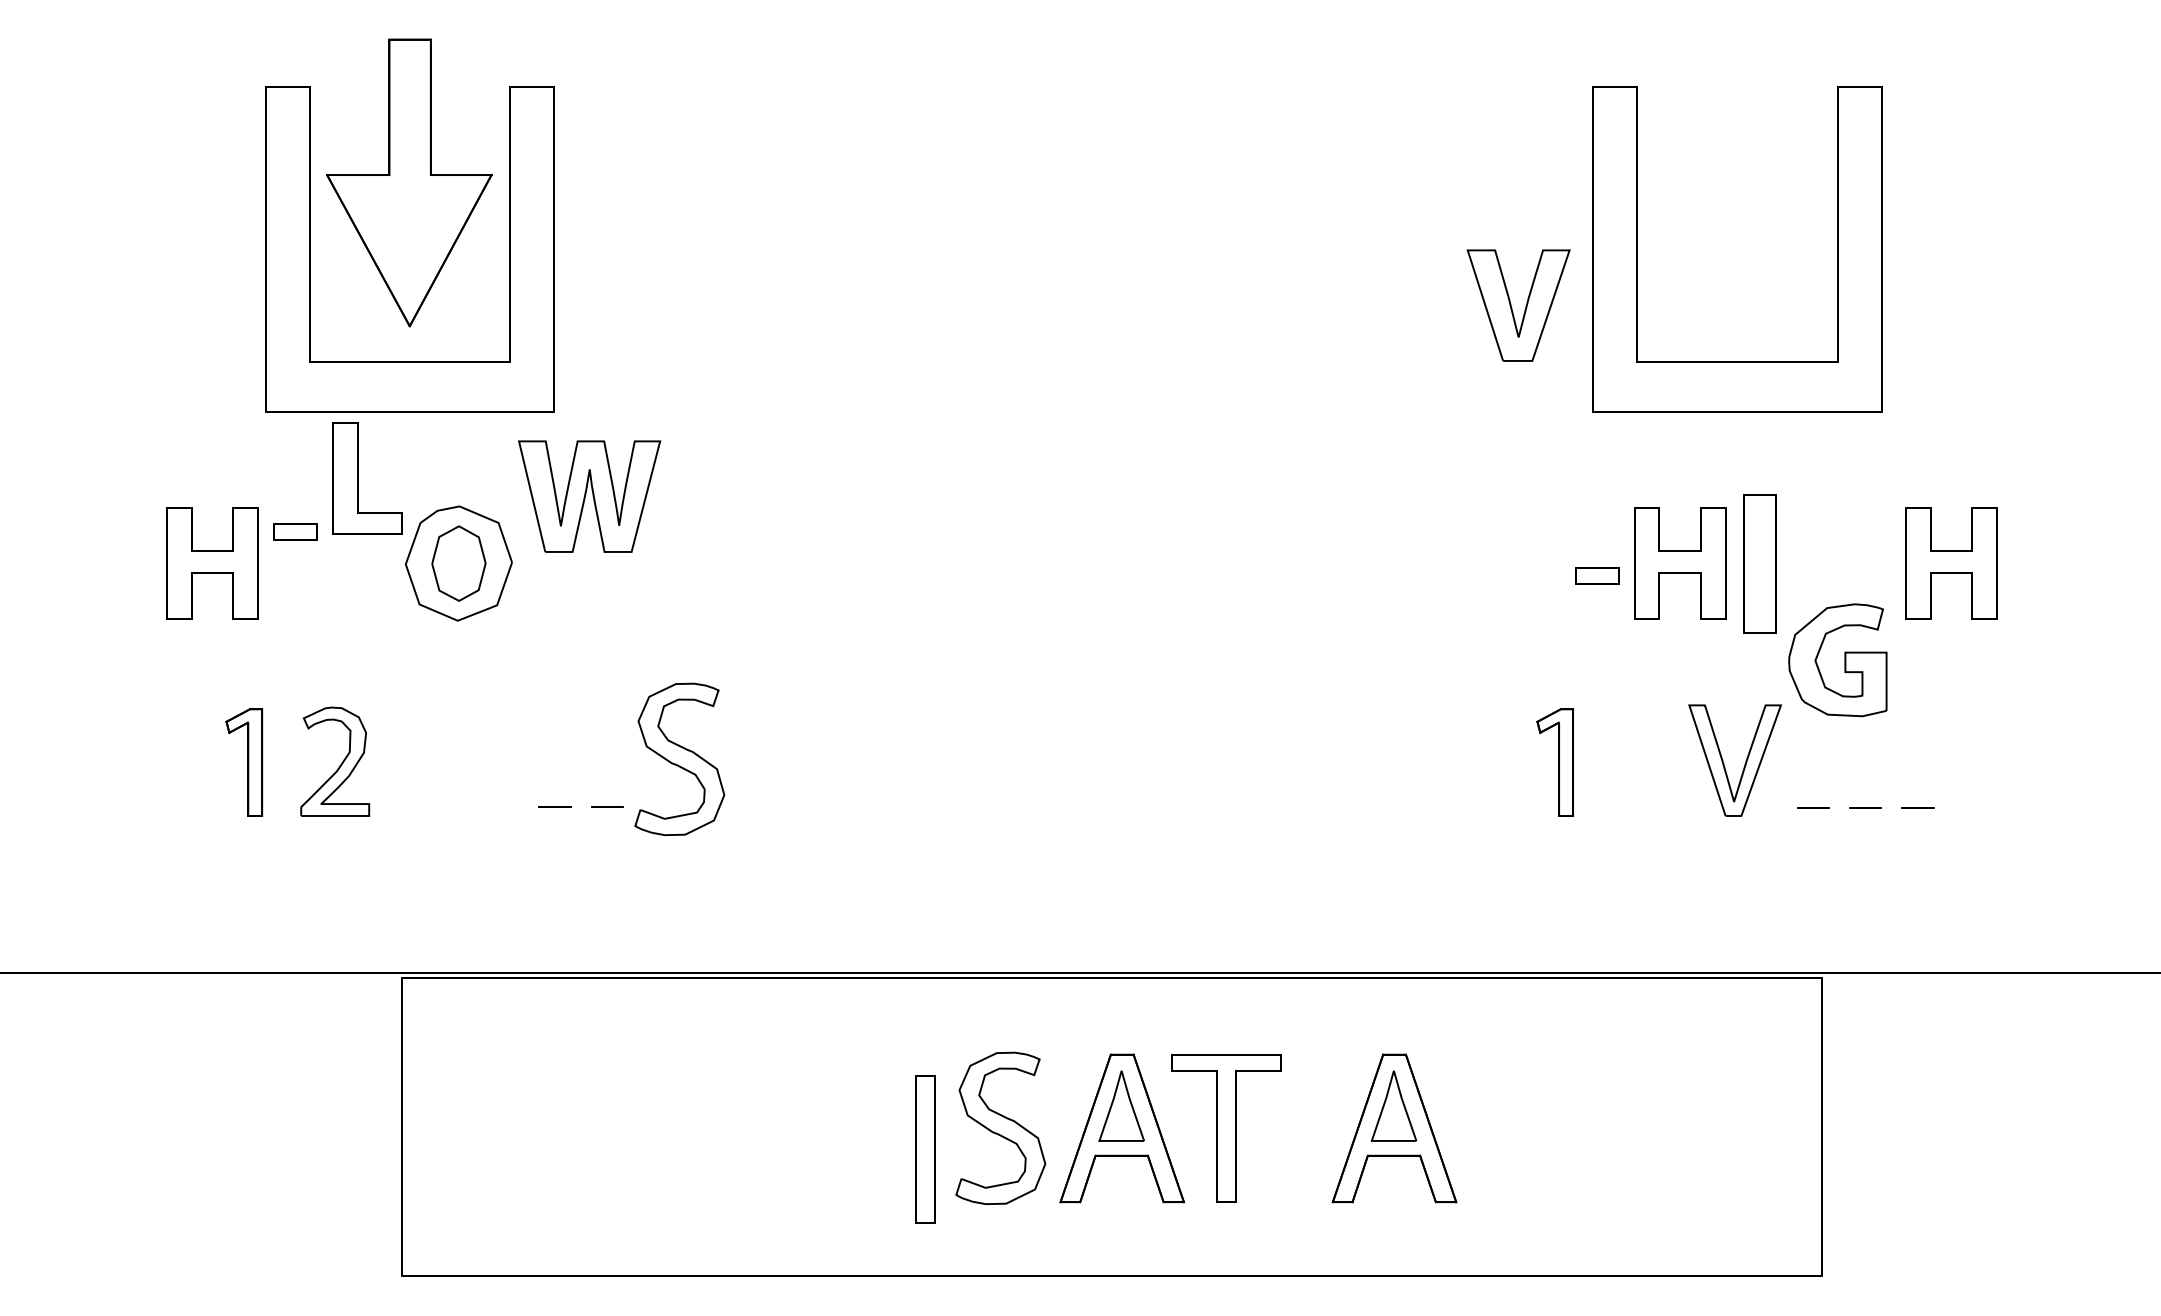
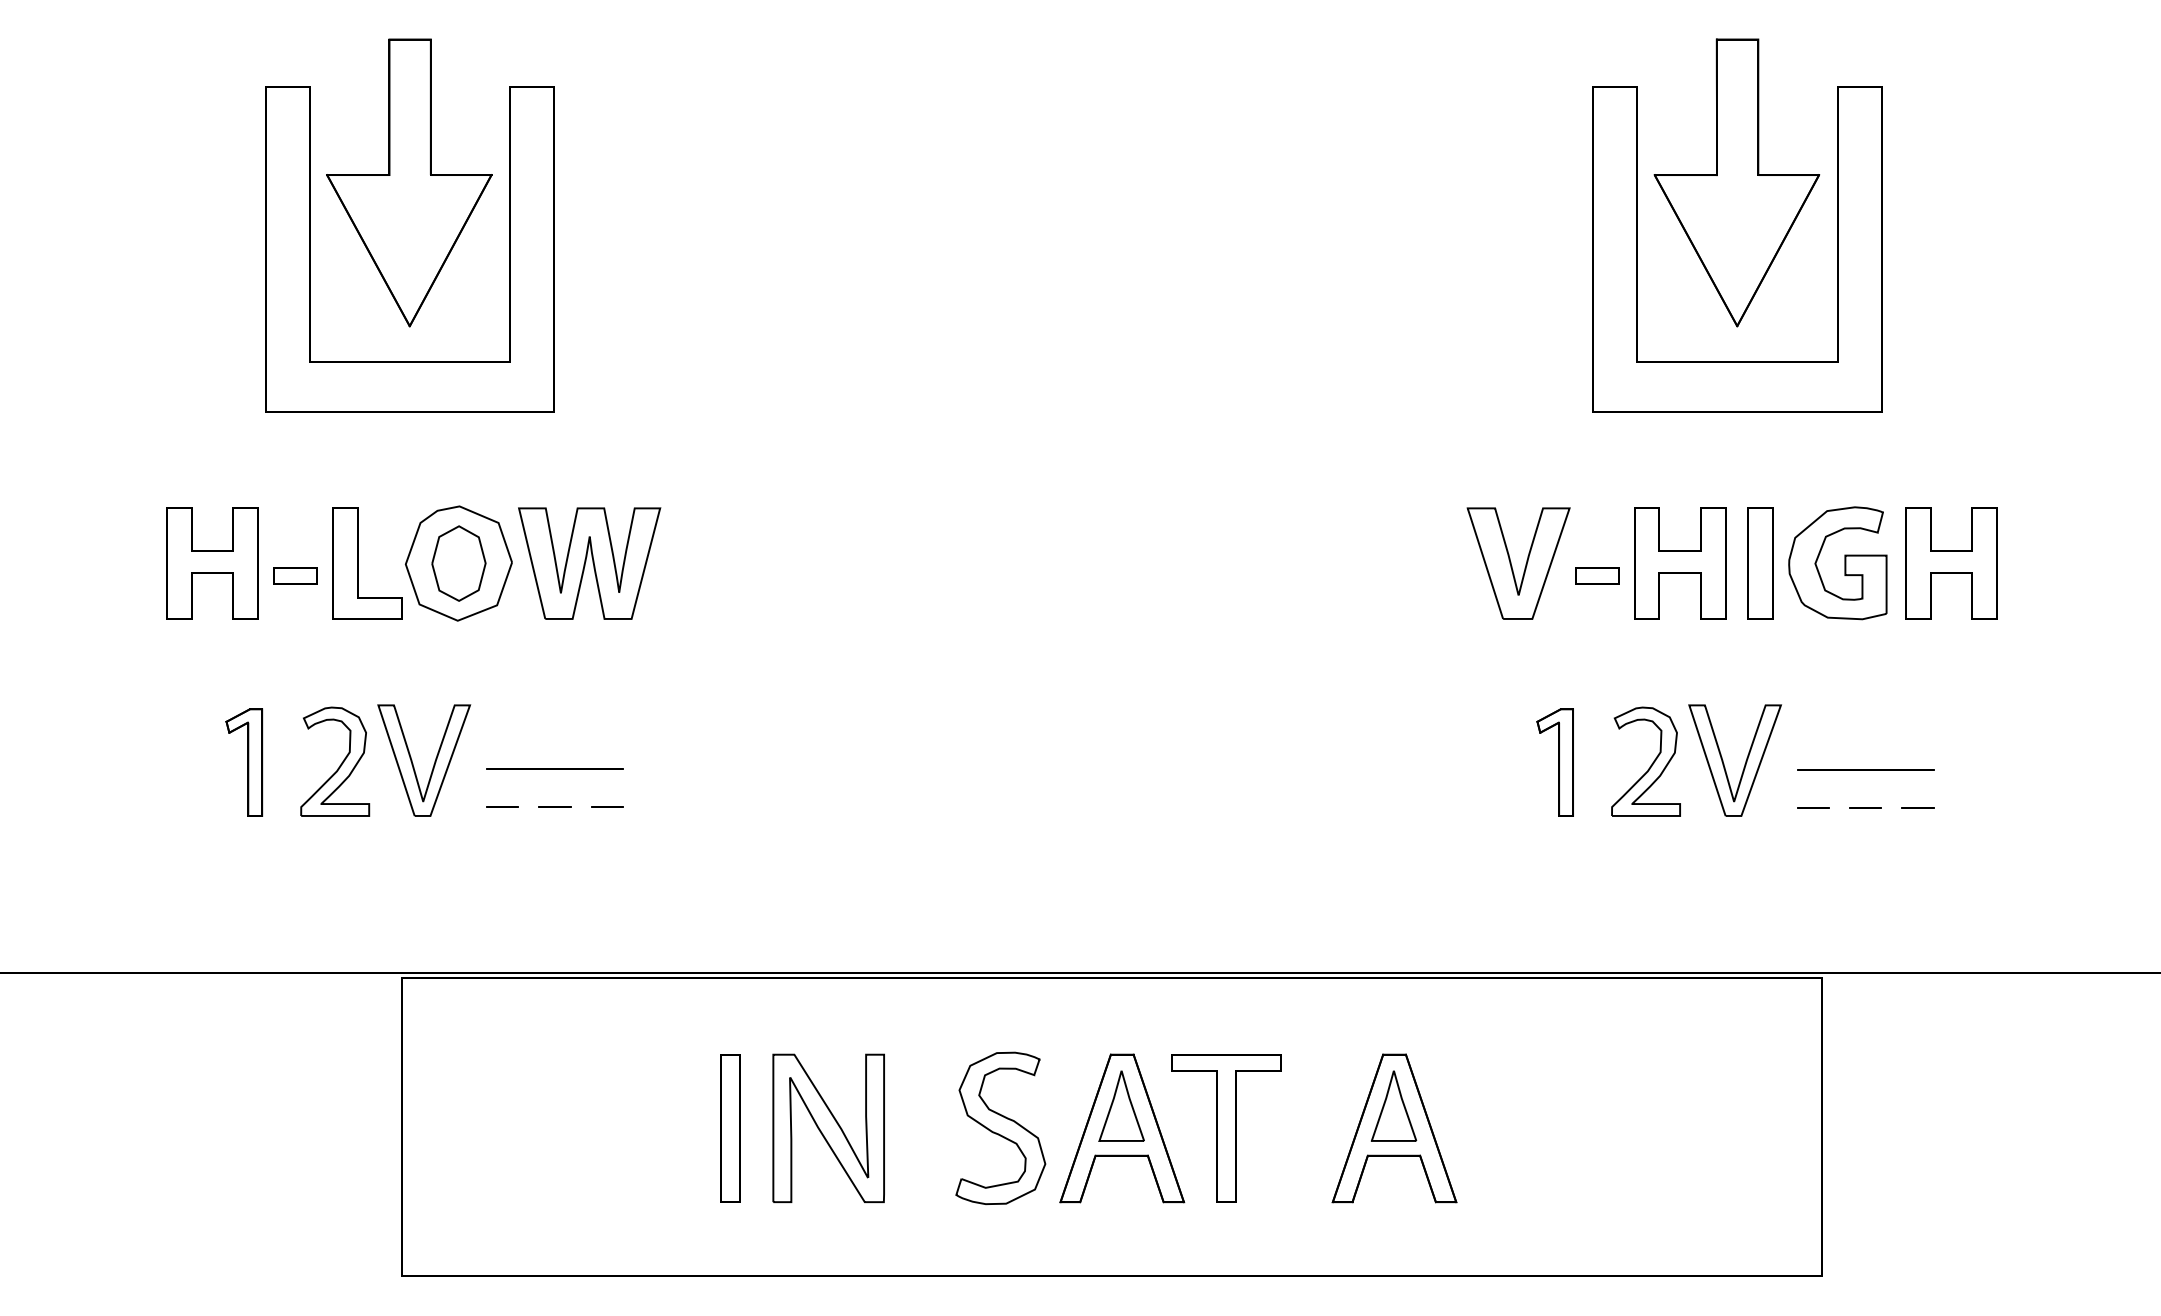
part at (1736, 182): none -> present
part at (1512, 307) position: (1512, 307) -> (1512, 565)
part at (358, 478) position: (358, 478) -> (358, 563)
part at (589, 496) position: (589, 496) -> (589, 563)
part at (295, 531) position: (295, 531) -> (295, 575)
part at (1759, 563) size: 34x140 px -> 27x113 px
part at (1844, 660) position: (1844, 660) -> (1844, 563)
part at (679, 758): present -> none
part at (433, 764): none -> present
part at (1650, 765): none -> present
line at (554, 768): none -> present
line at (1865, 769): none -> present
line at (502, 806): none -> present
part at (828, 1127): none -> present
part at (925, 1149) position: (925, 1149) -> (730, 1128)
